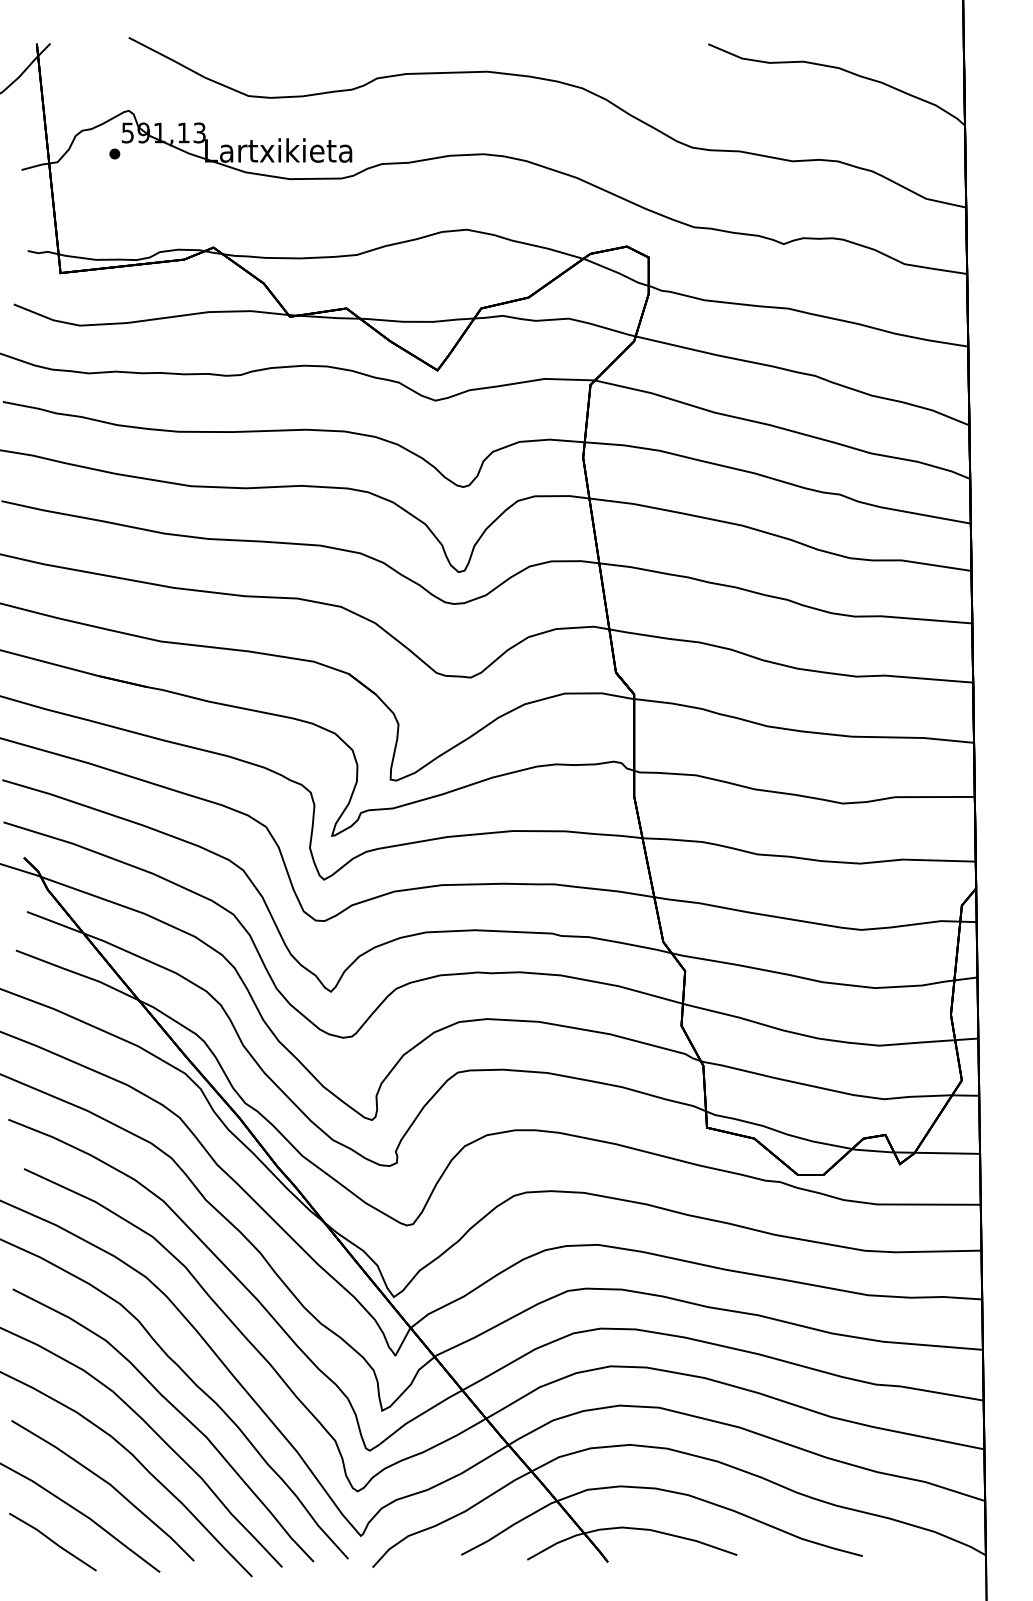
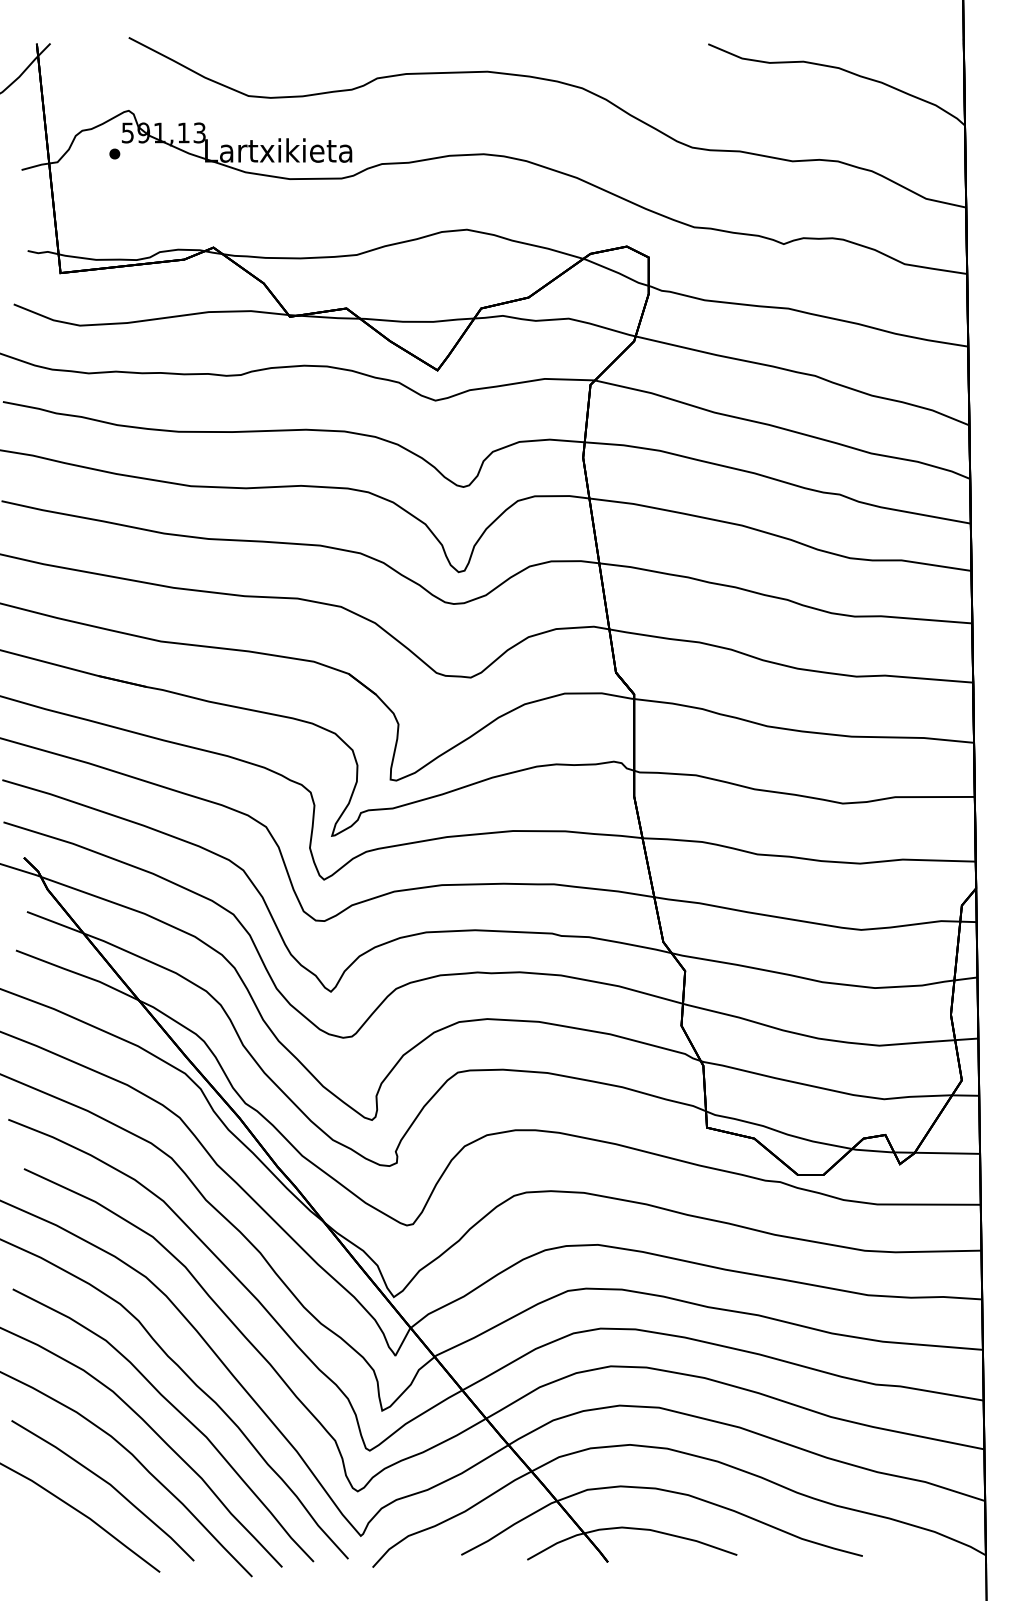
line at (52, 1542): present -> none
